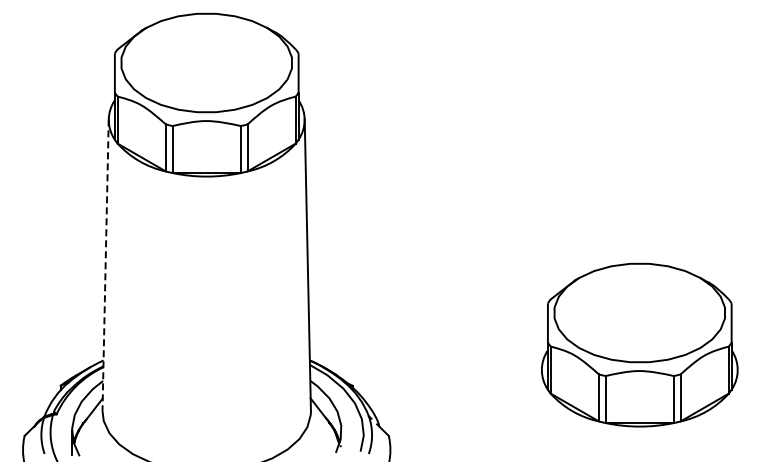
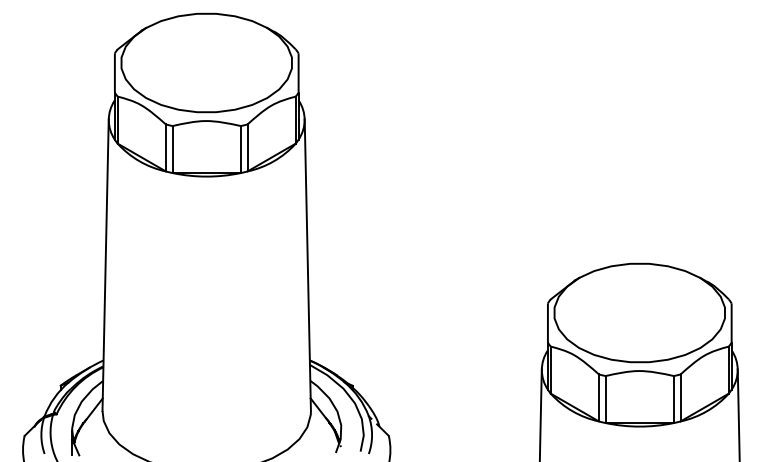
line at (105, 265): dashed -> solid
line at (540, 413): none -> present
line at (738, 413): none -> present
